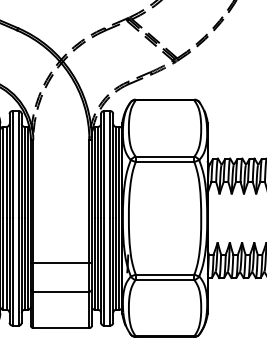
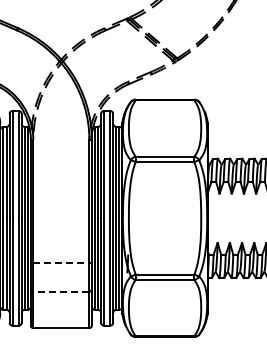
line at (61, 263): solid -> dashed
line at (60, 291): solid -> dashed
